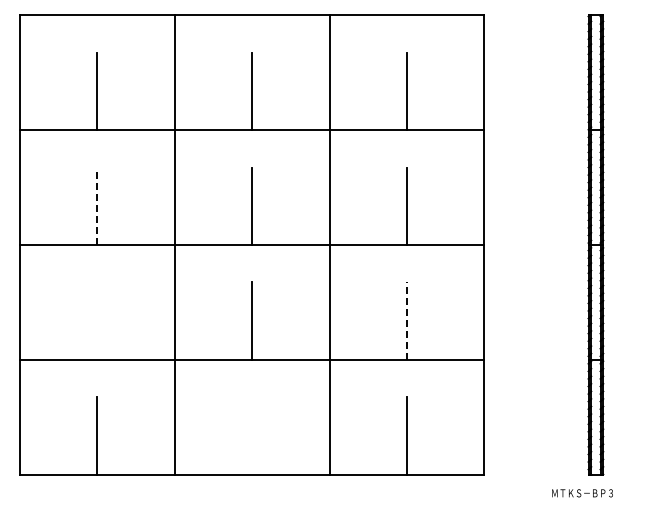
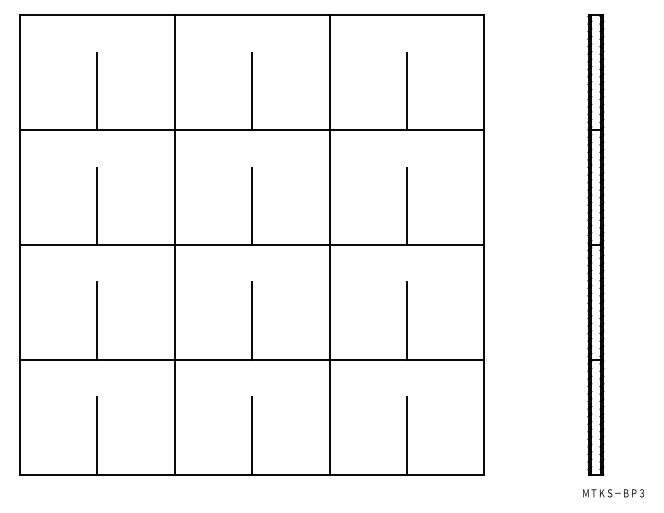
line at (97, 206): dashed -> solid
line at (97, 320): none -> present
line at (407, 321): dashed -> solid
line at (252, 435): none -> present
text at (582, 493) position: (582, 493) -> (613, 493)
